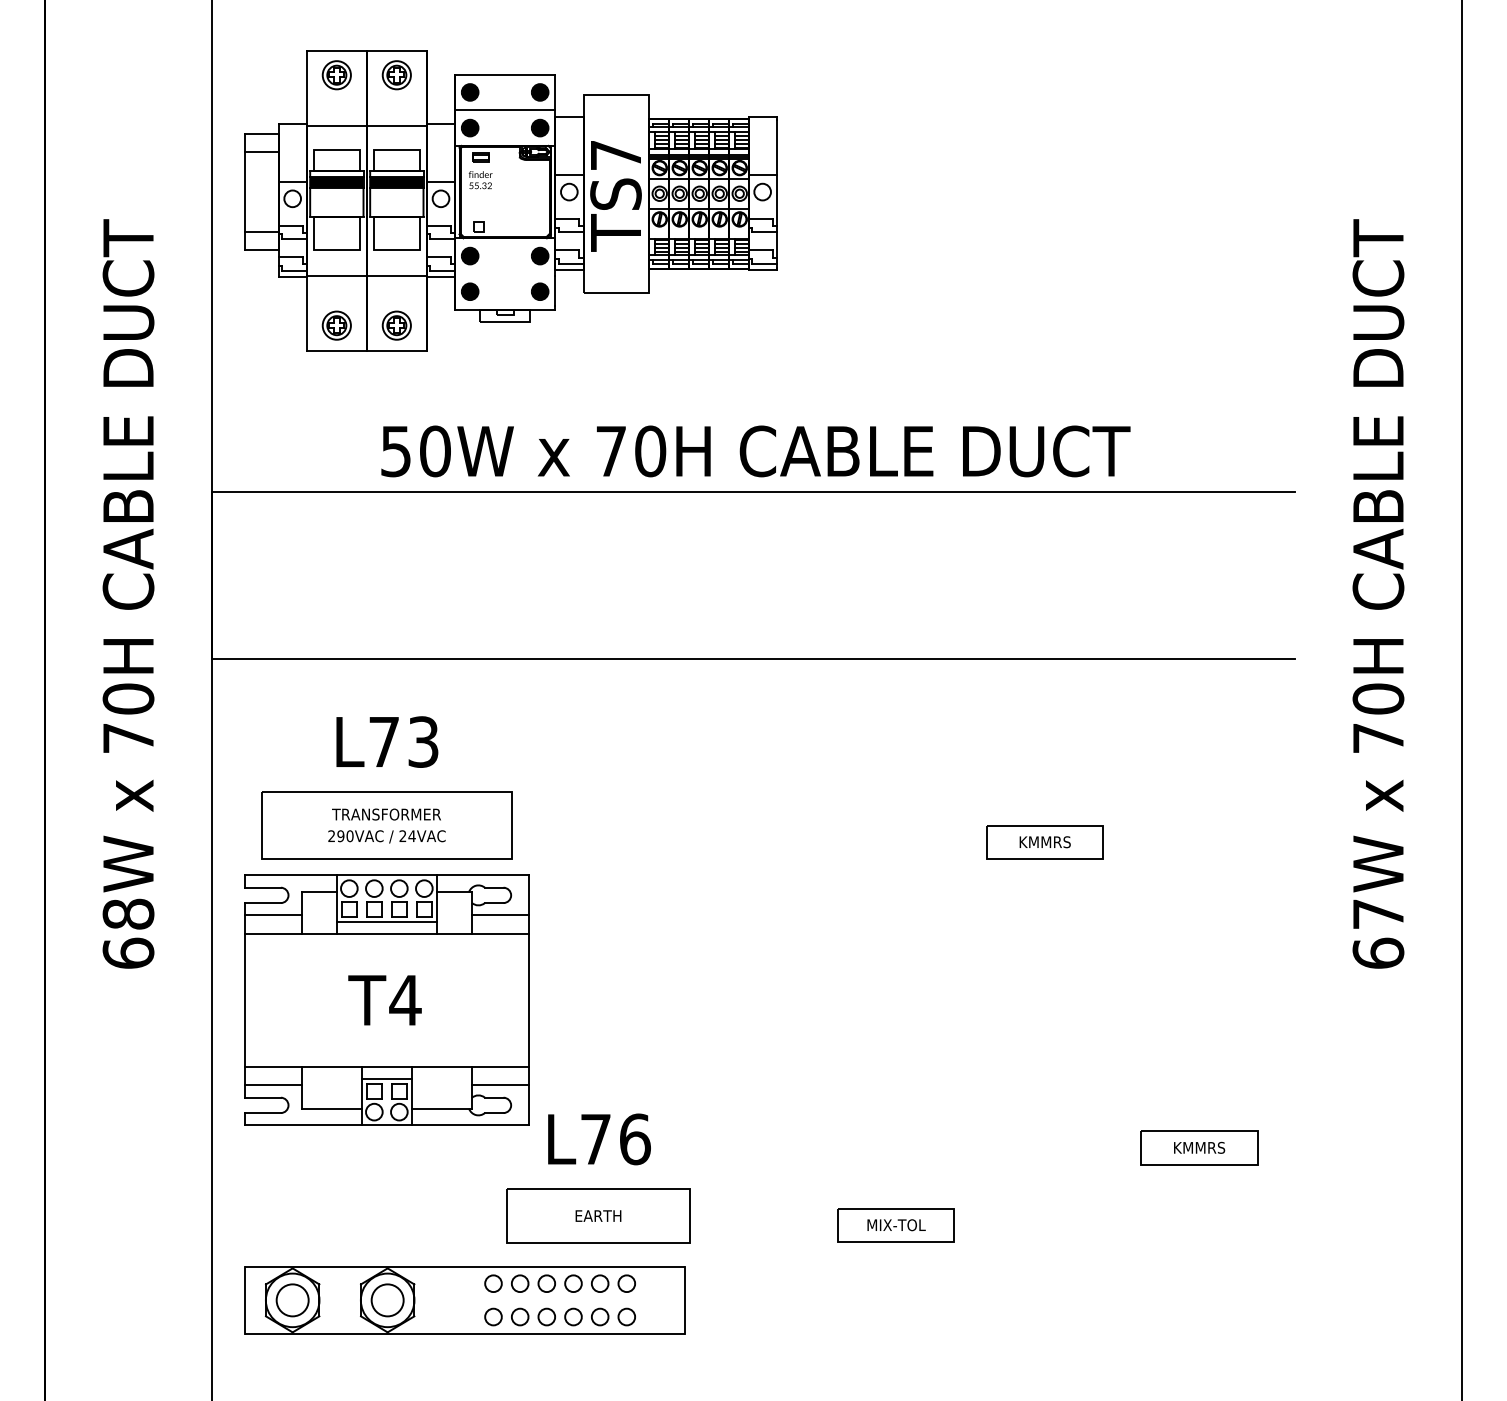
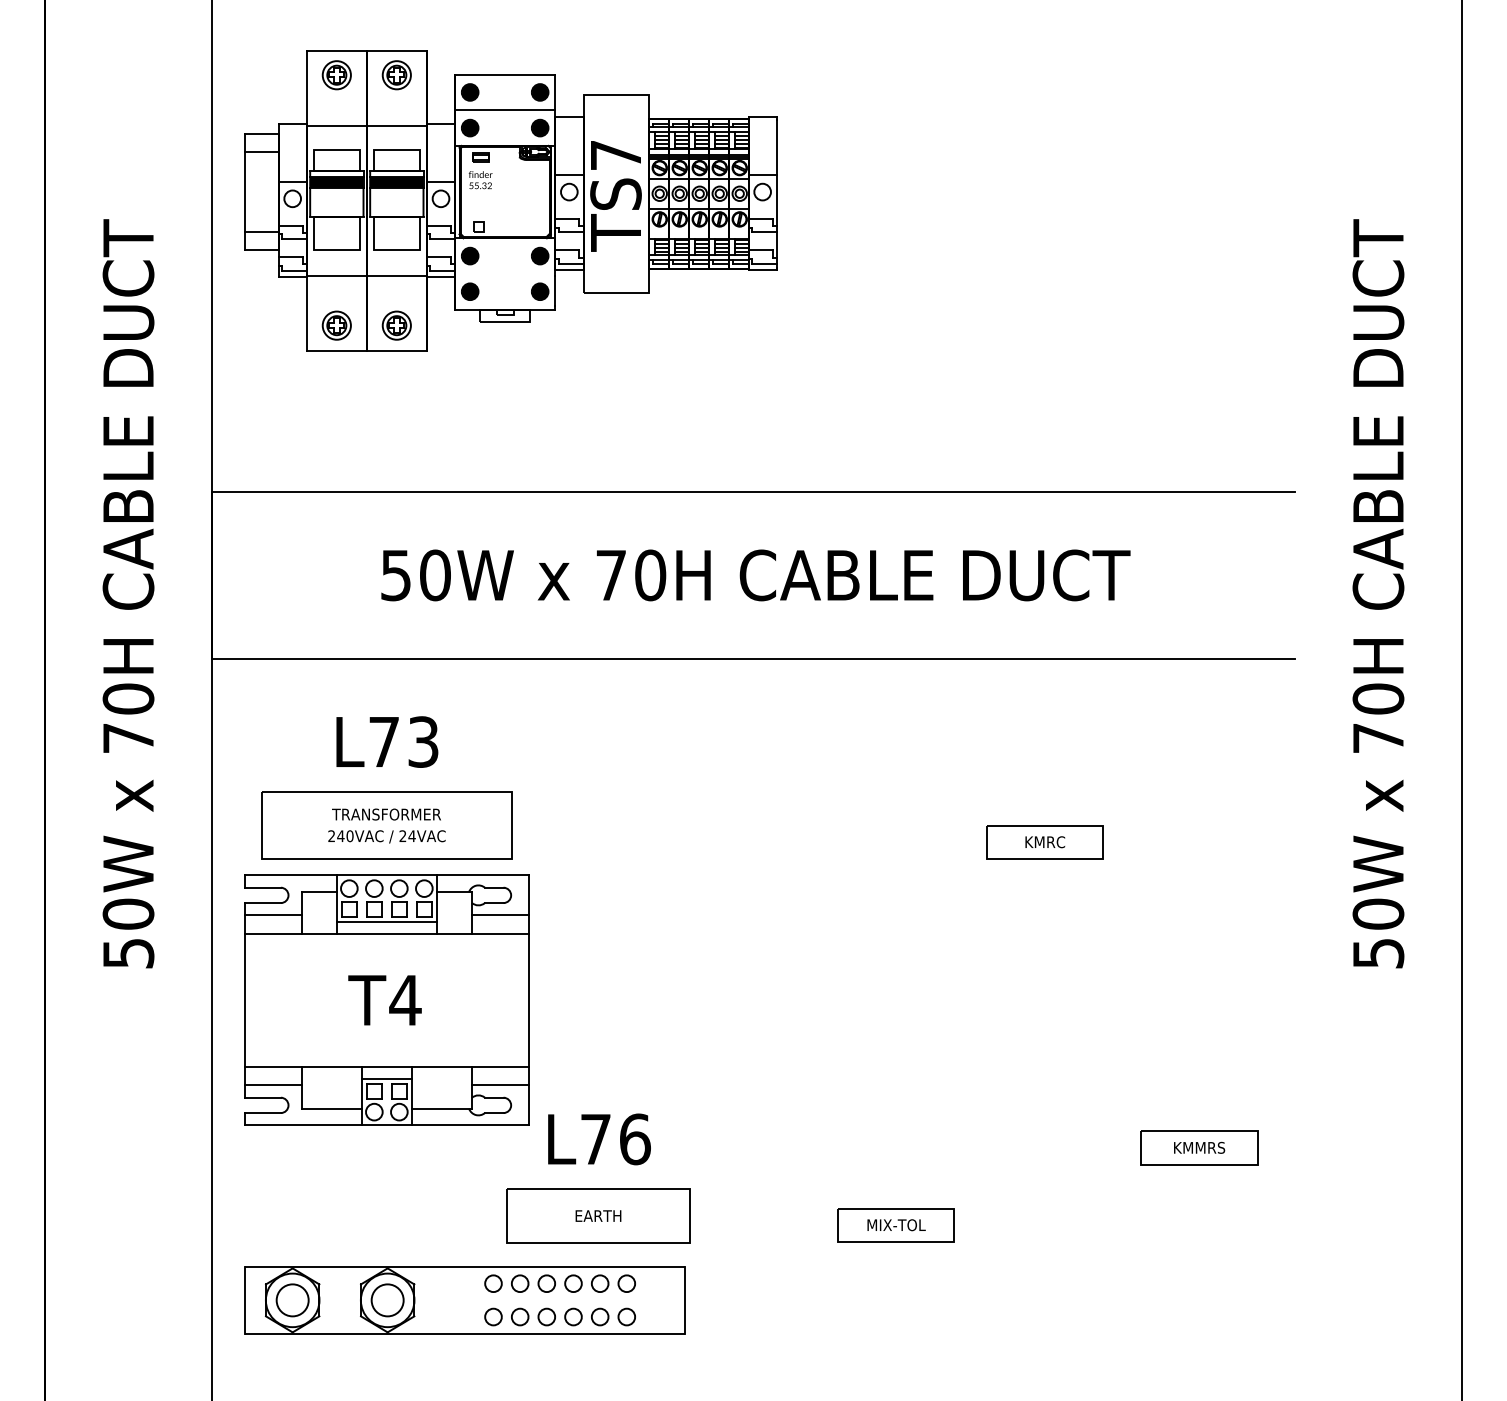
text at (755, 451) position: (755, 451) -> (755, 575)
text at (340, 836): 290VAC -> 240VAC
text at (1044, 842): KMMRS -> KMRC
text at (128, 933): 68W -> 50W
text at (1378, 933): 67W -> 50W
